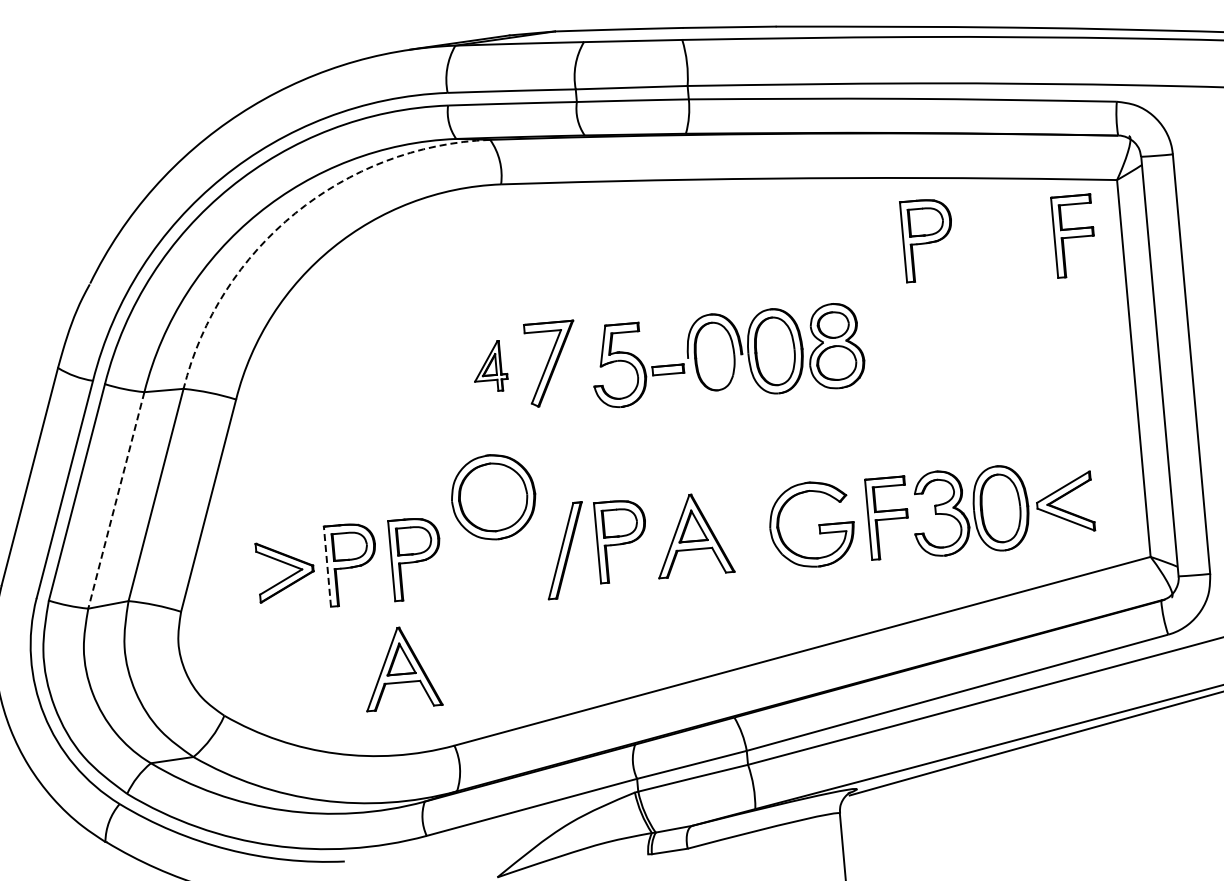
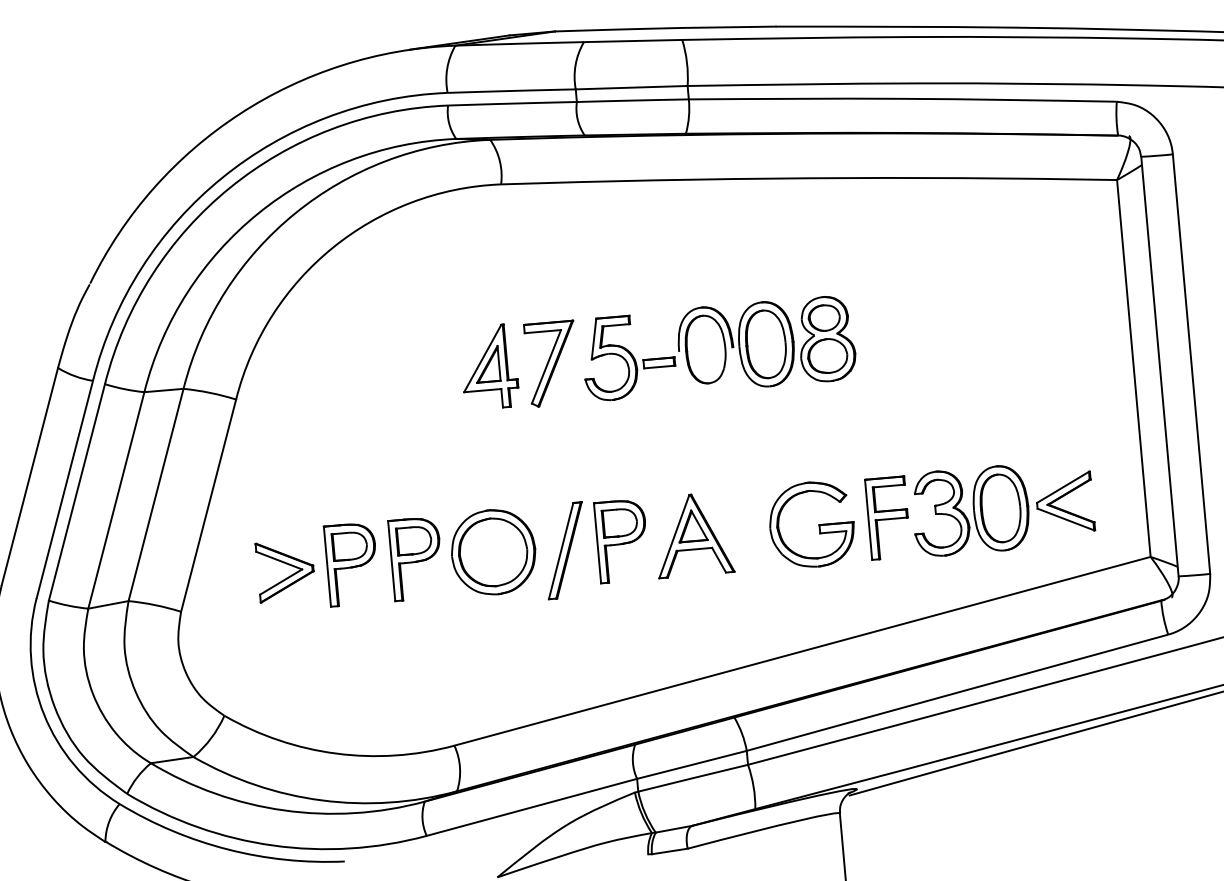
arc at (295, 213): dashed -> solid
part at (1072, 235): present -> none
part at (925, 241): present -> none
part at (729, 355) position: (729, 355) -> (720, 348)
part at (491, 365) size: 35x52 px -> 57x86 px
part at (493, 497) position: (493, 497) -> (493, 552)
line at (116, 500): dashed -> solid
line at (327, 566): dashed -> solid
part at (404, 669): present -> none
